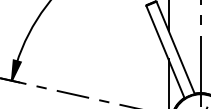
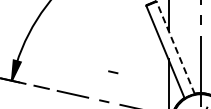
line at (175, 47): solid -> dashed
curve at (113, 72): none -> present
part at (41, 87) size: 11x5 px -> 17x6 px
